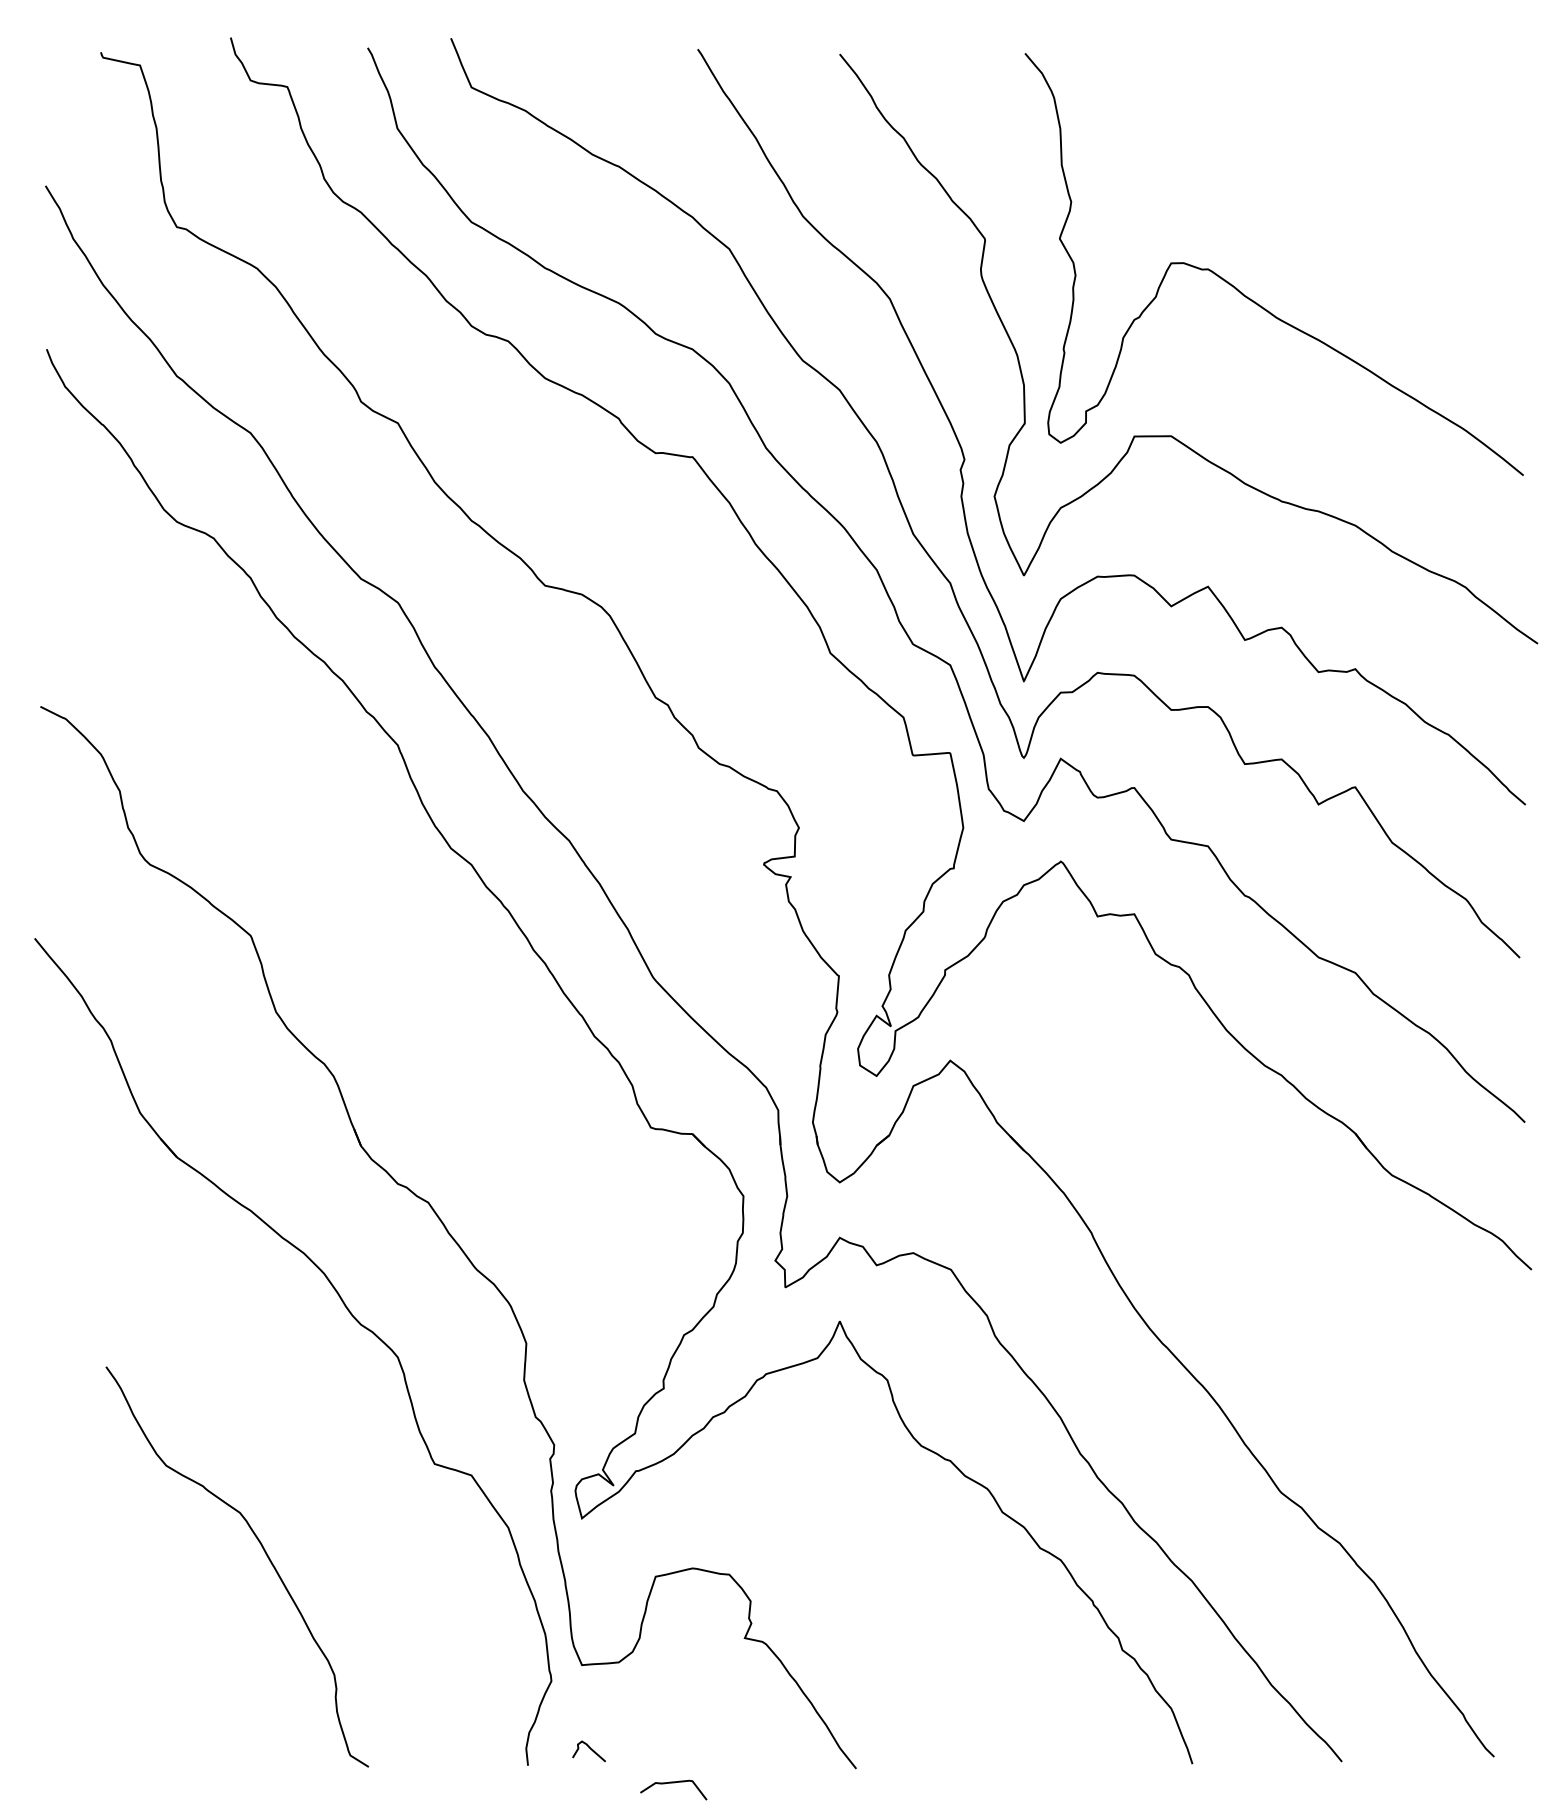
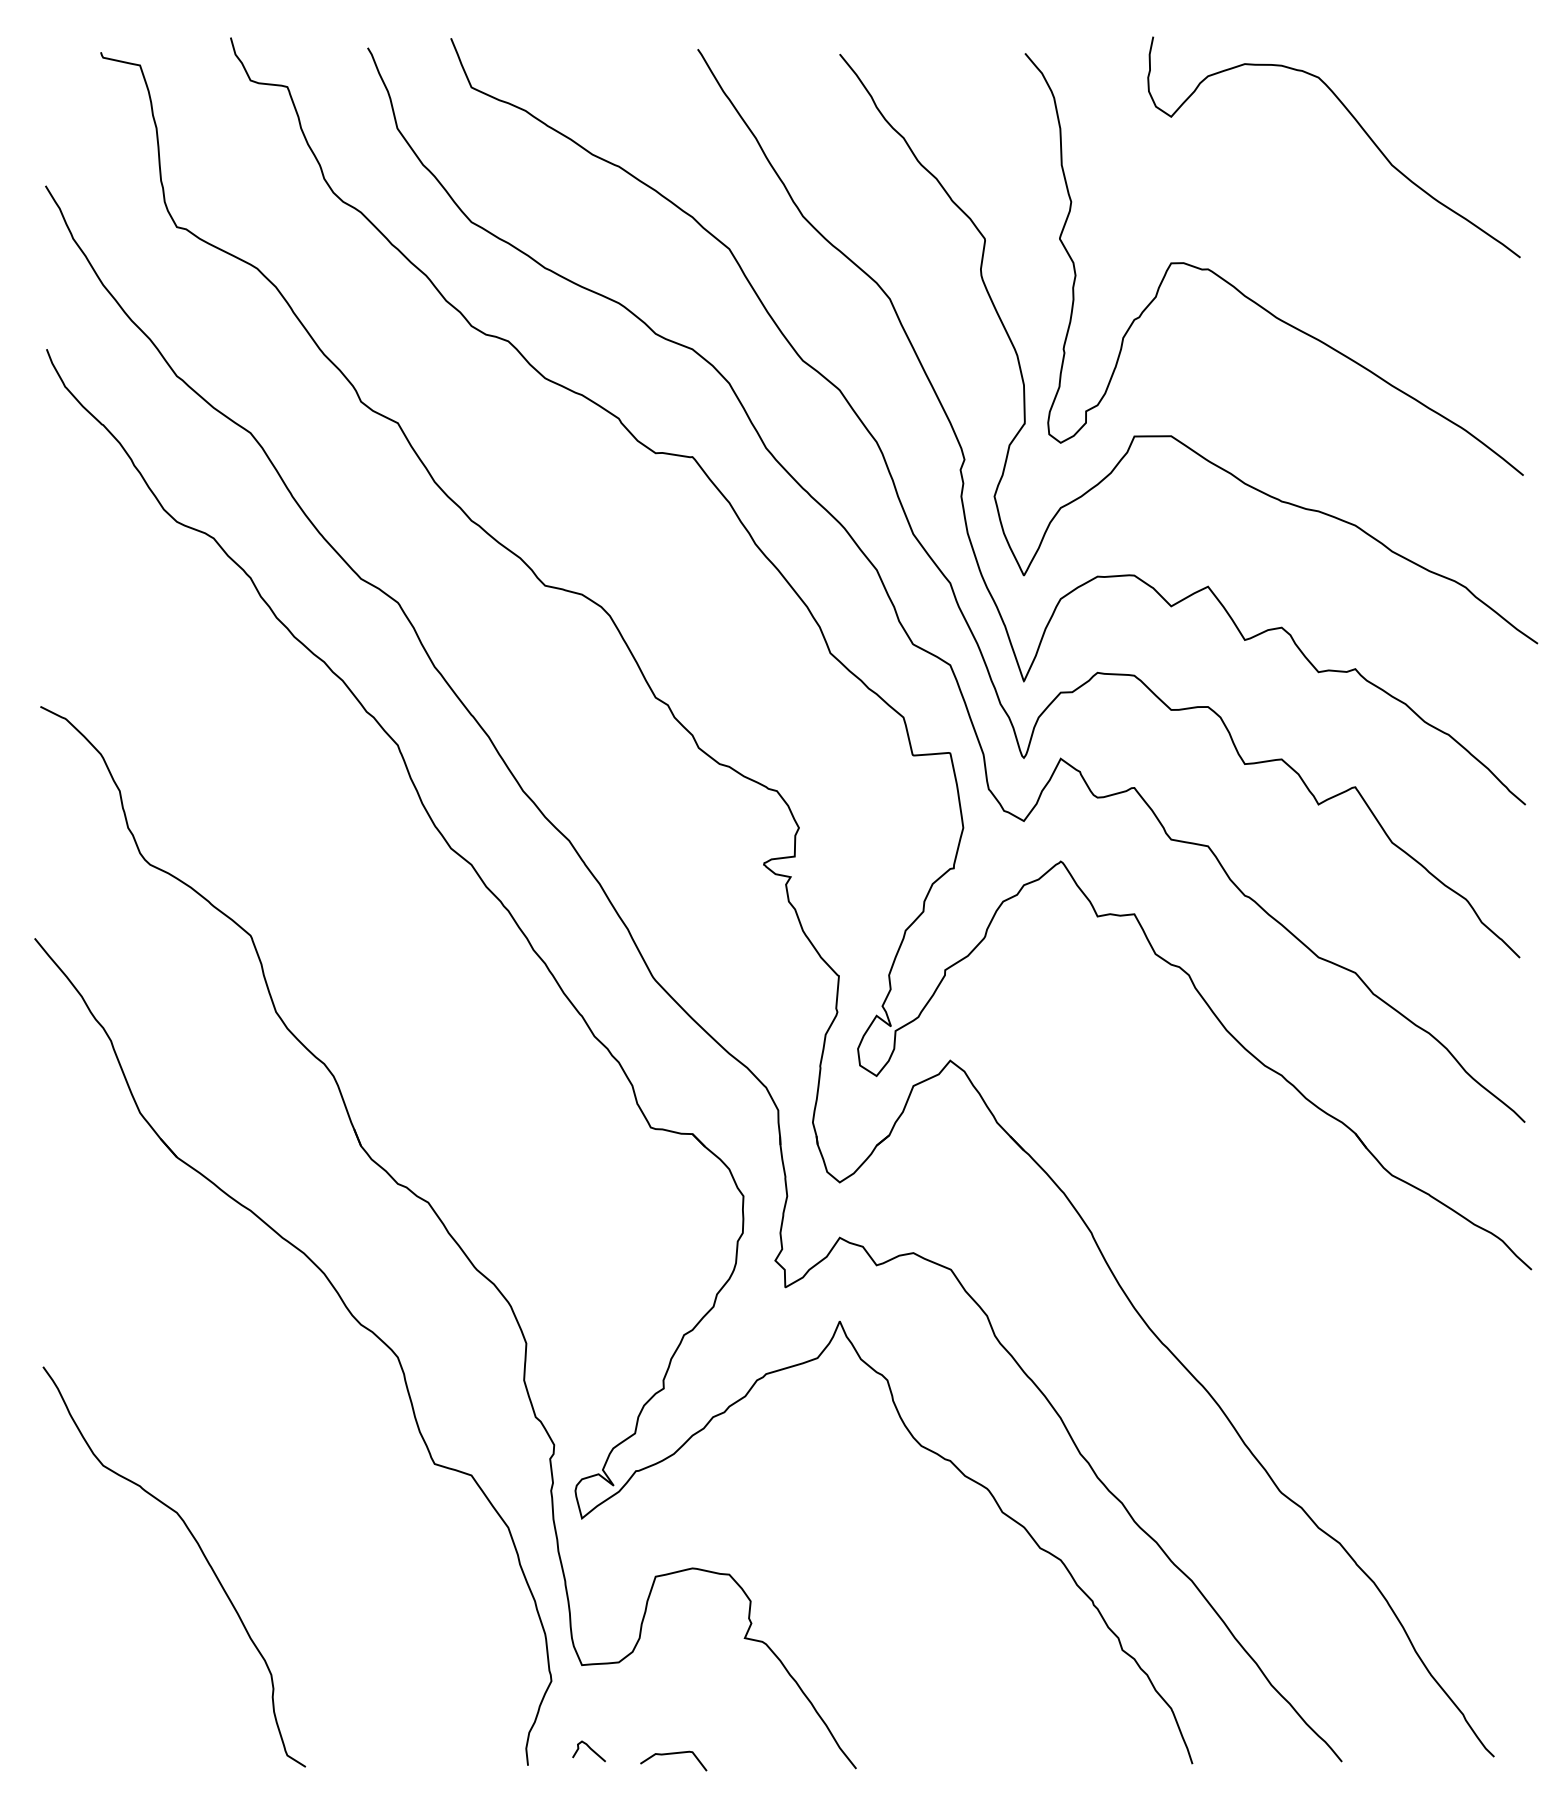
curve at (1359, 126): none -> present
curve at (264, 1552) position: (264, 1552) -> (201, 1552)
curve at (673, 1783) position: (673, 1783) -> (673, 1754)
